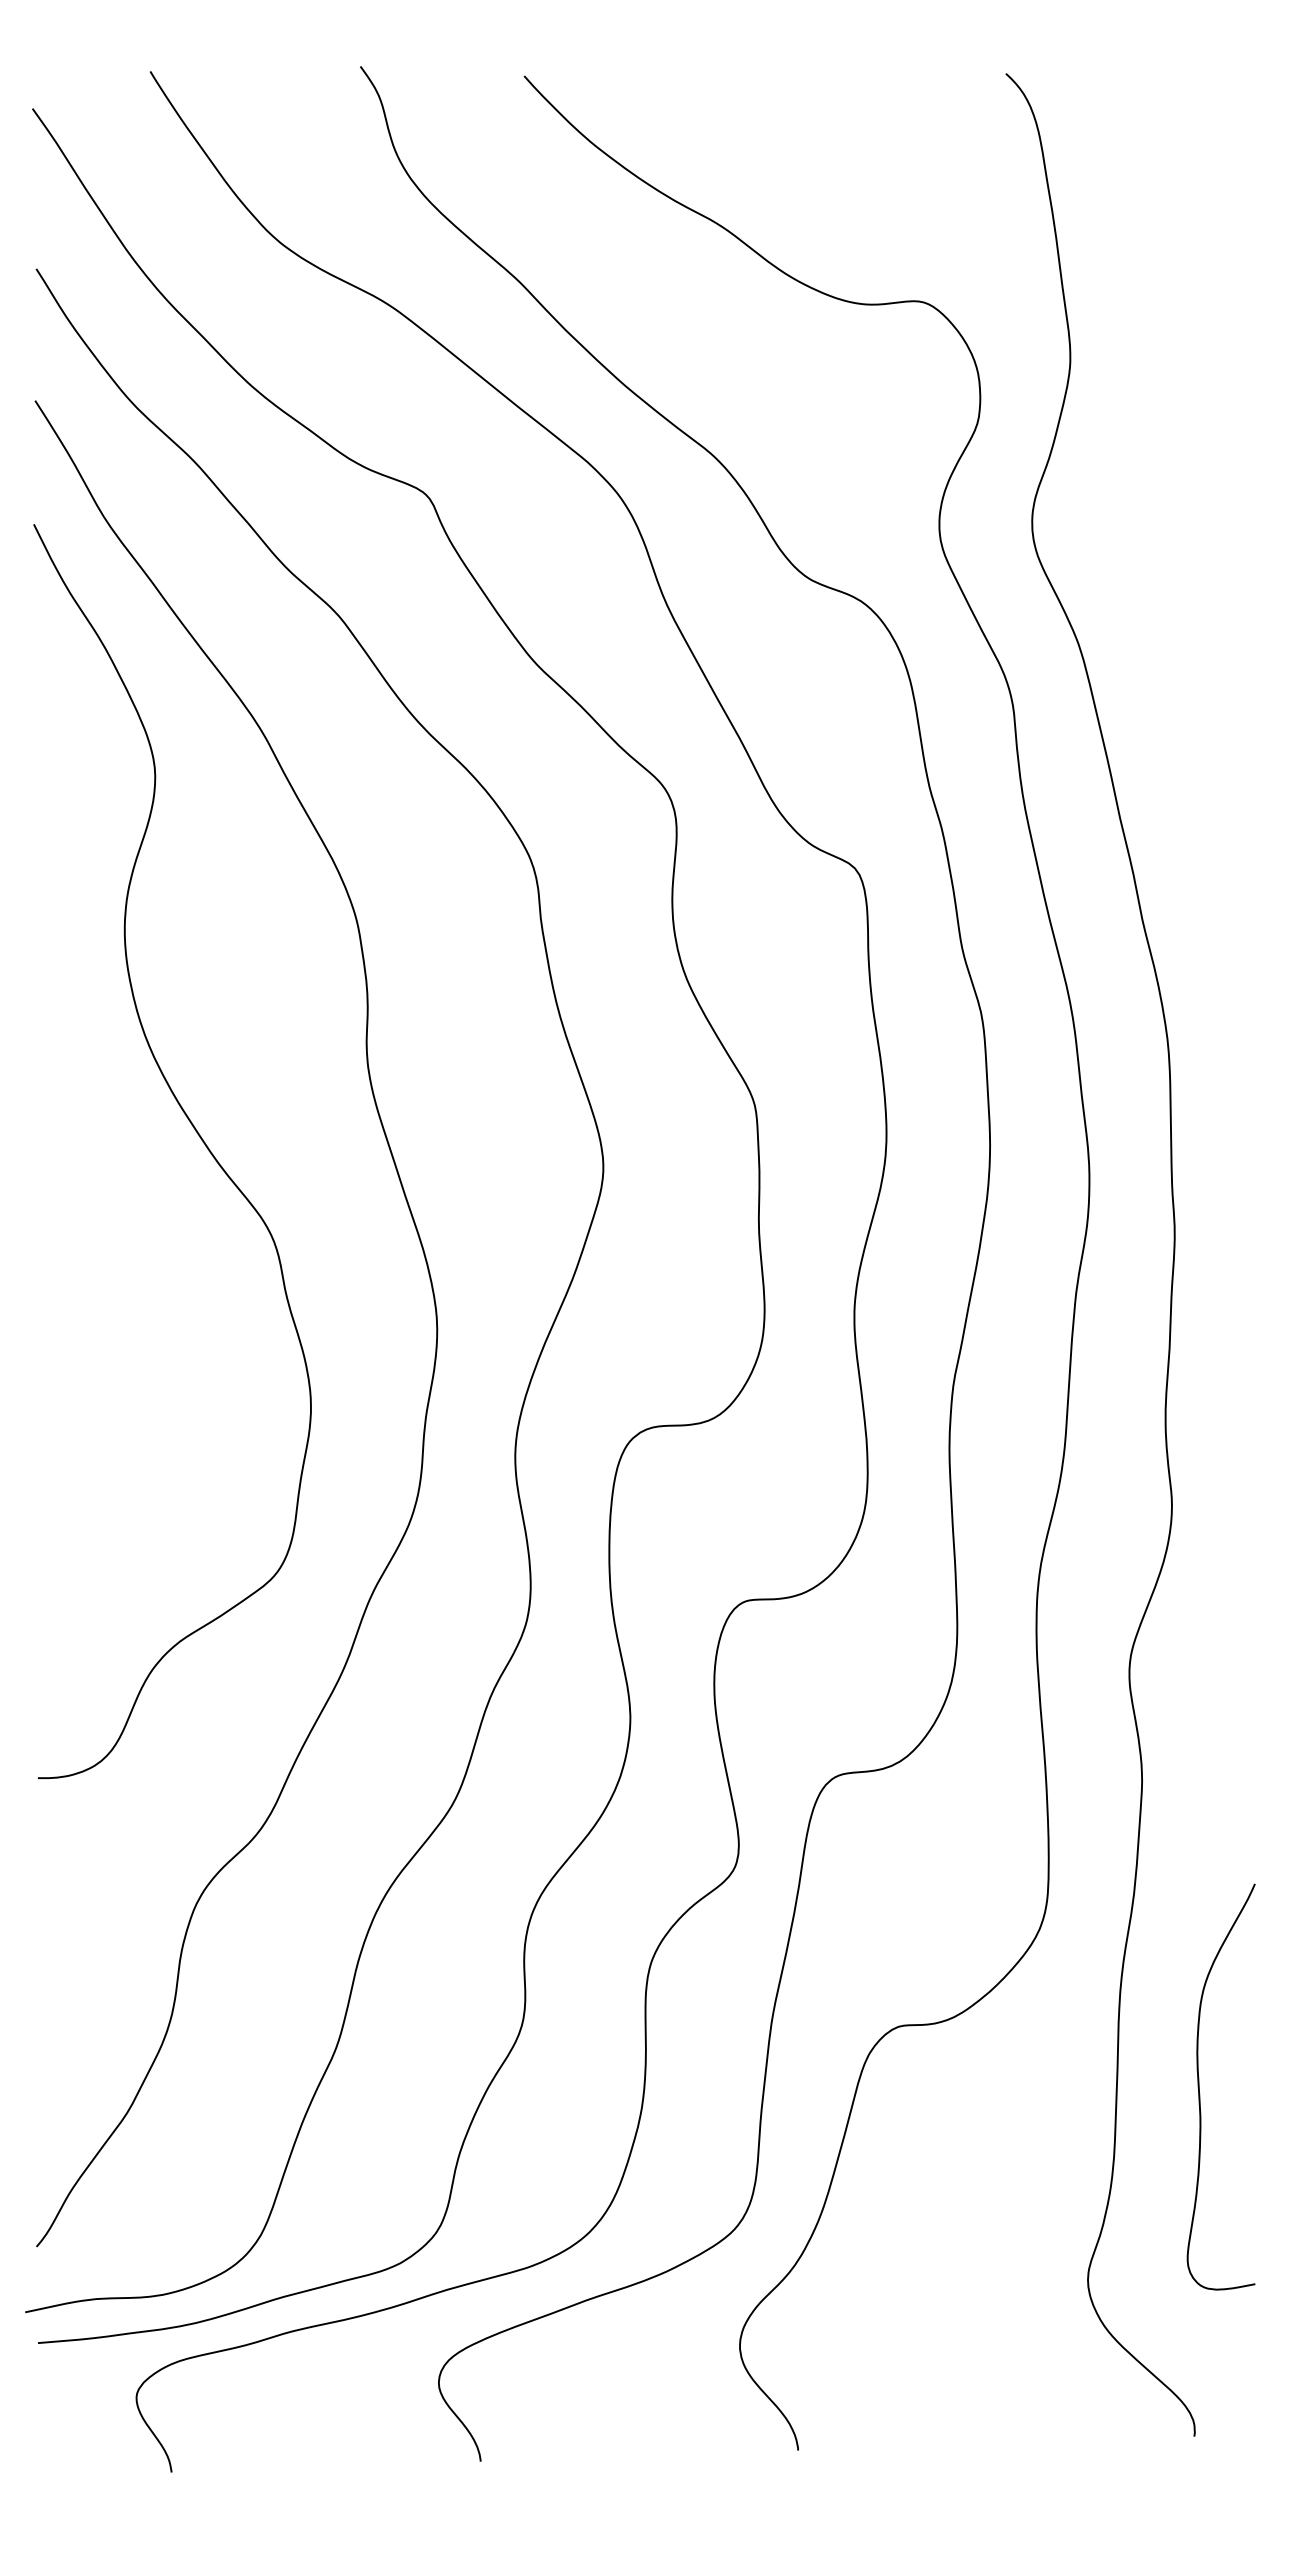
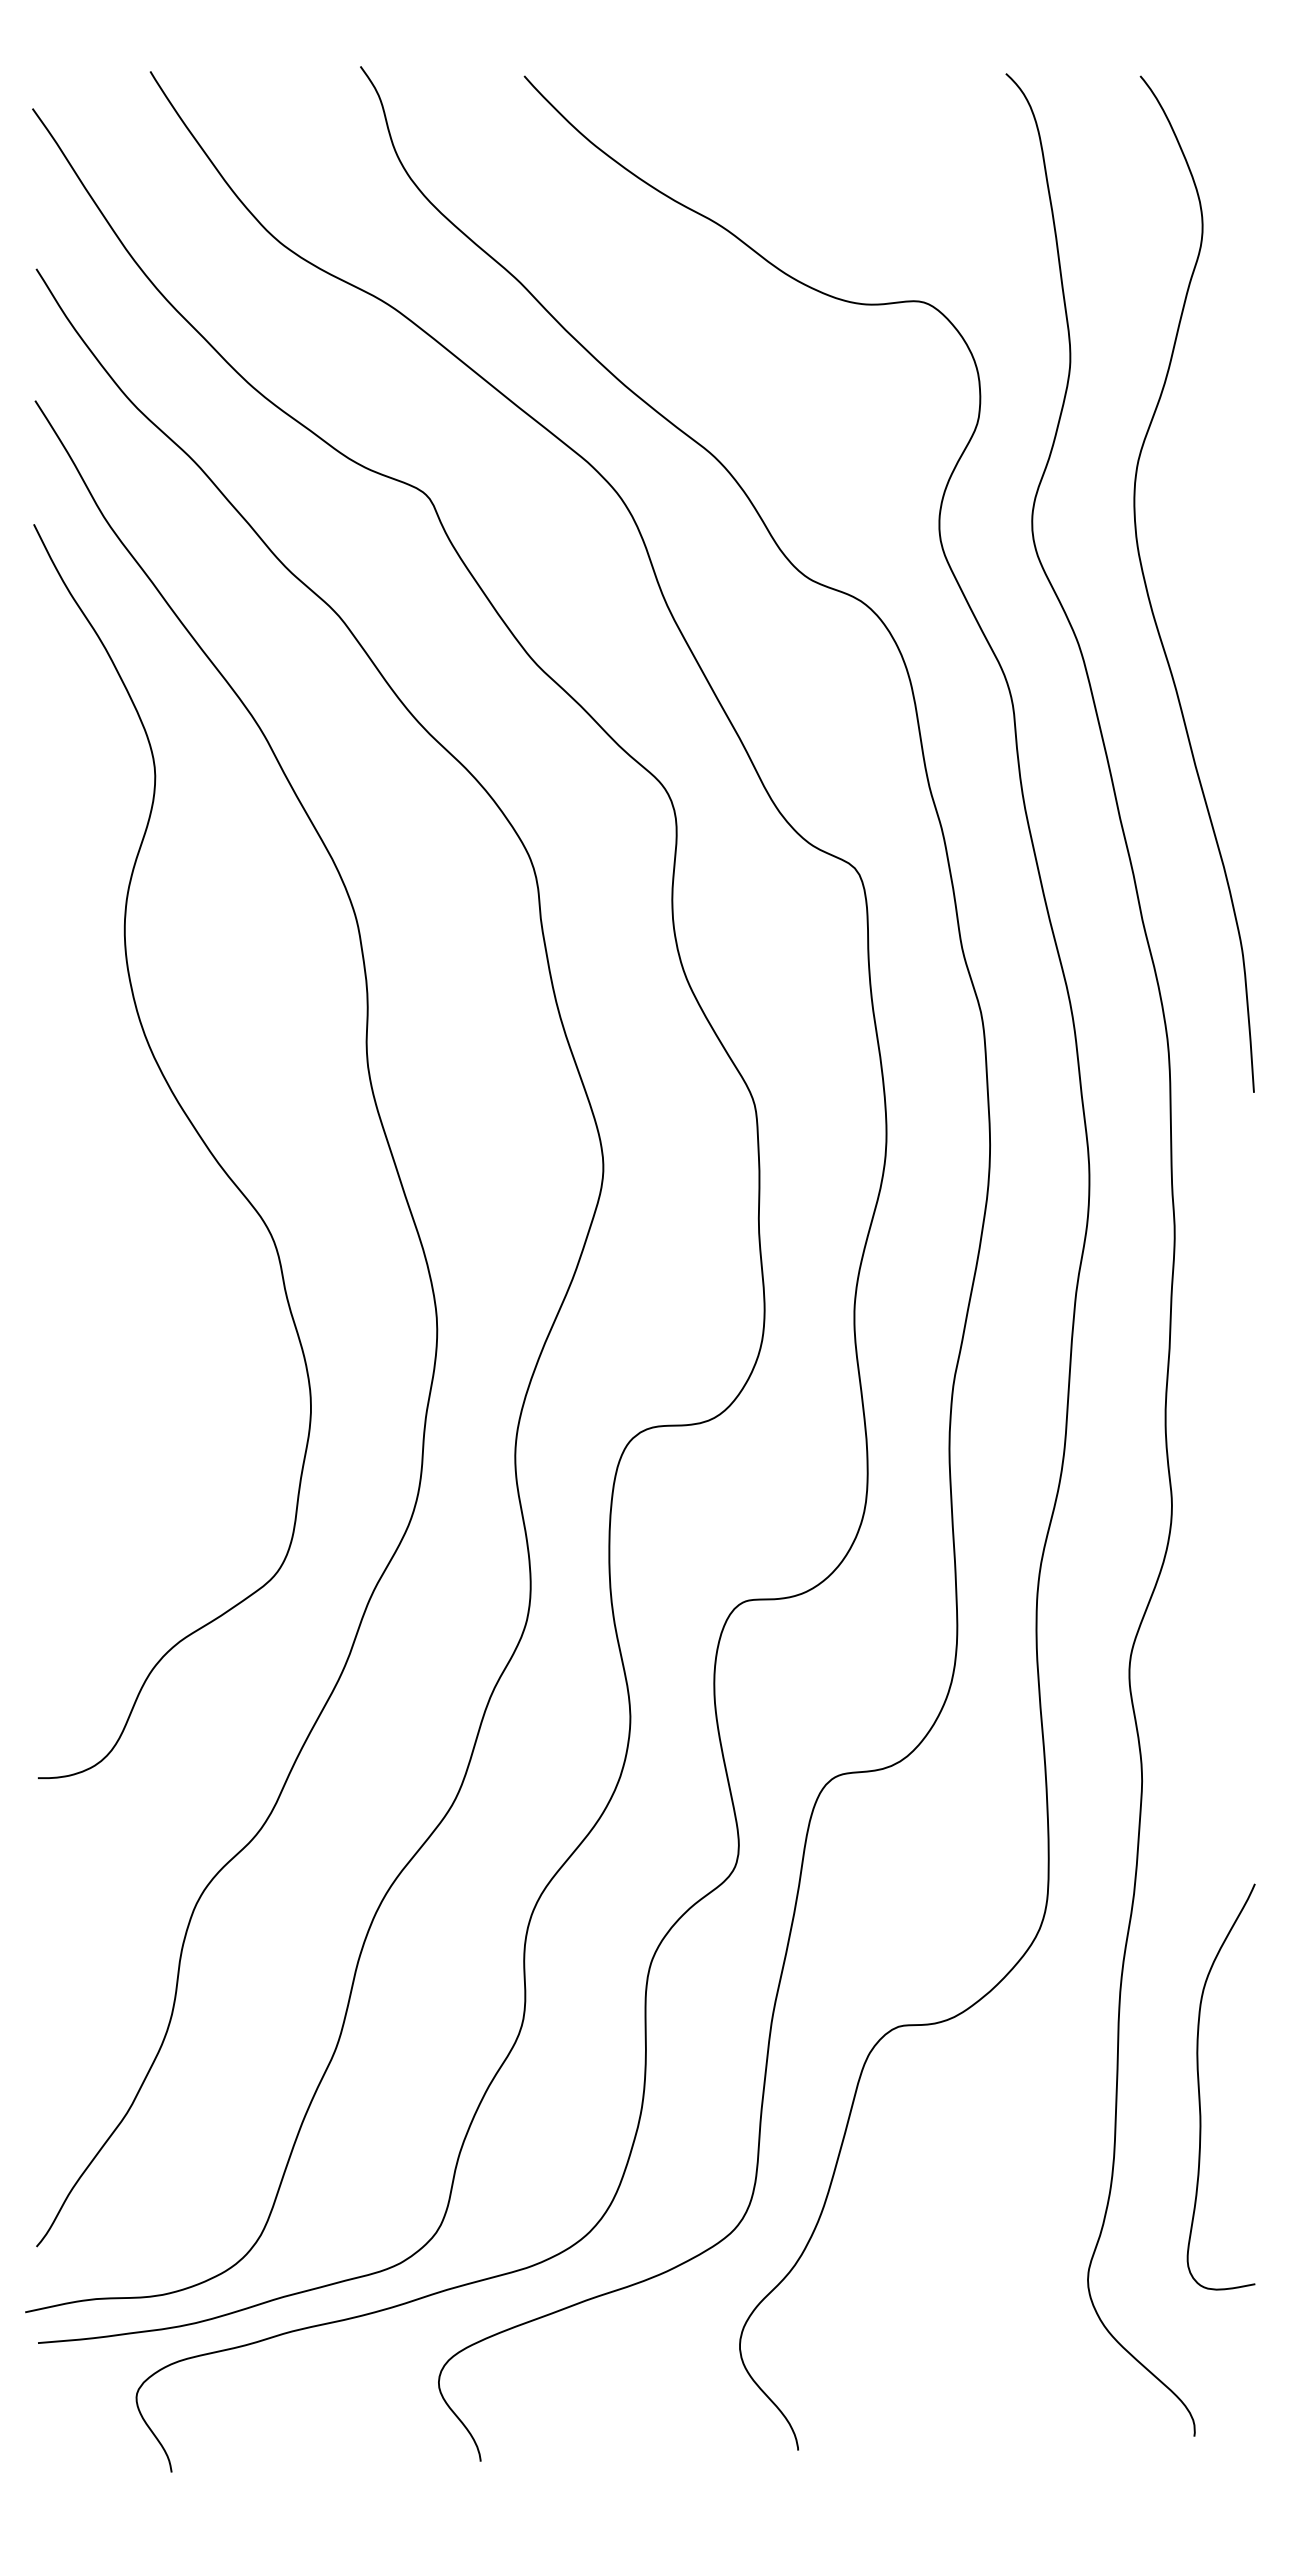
curve at (1148, 591): none -> present
